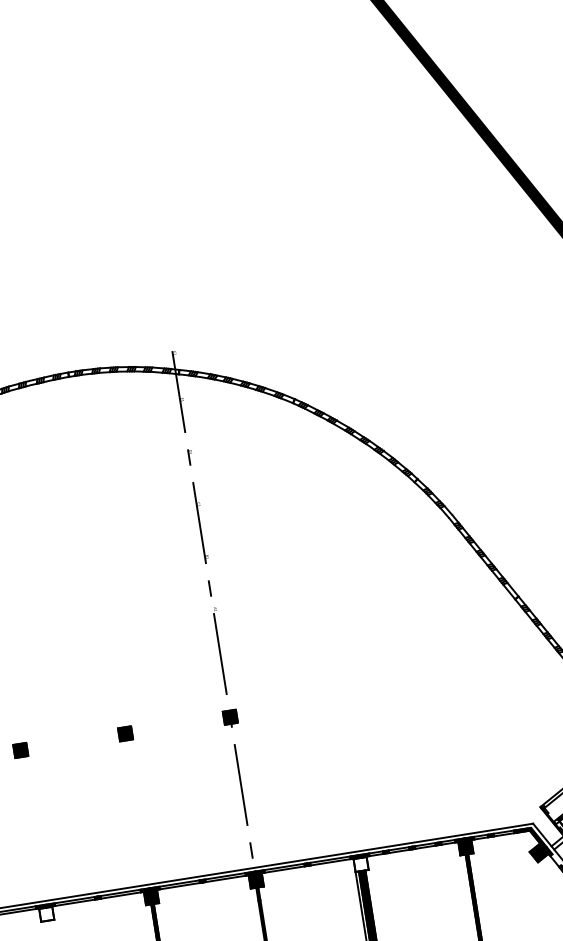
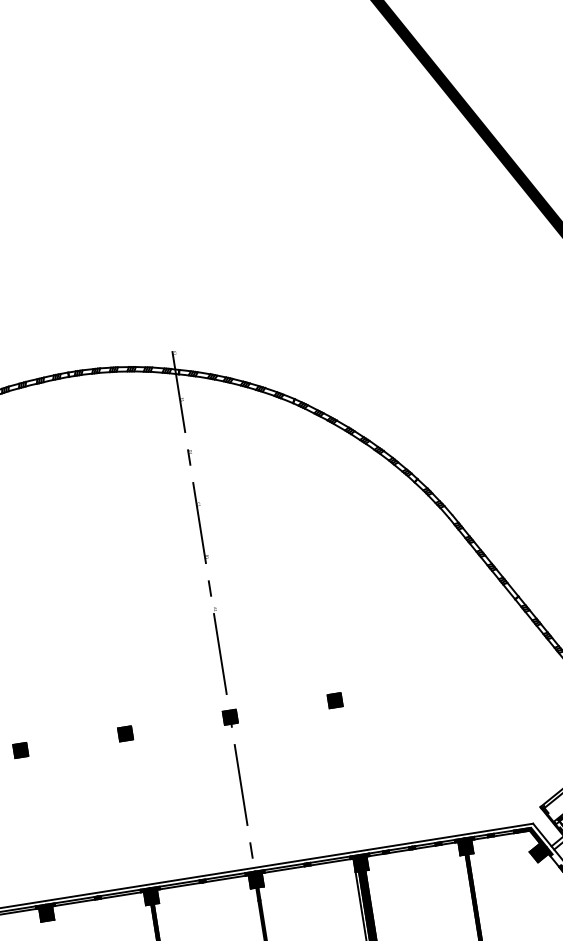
part at (334, 700): none -> present
fill at (360, 864): none -> present
fill at (46, 913): none -> present
